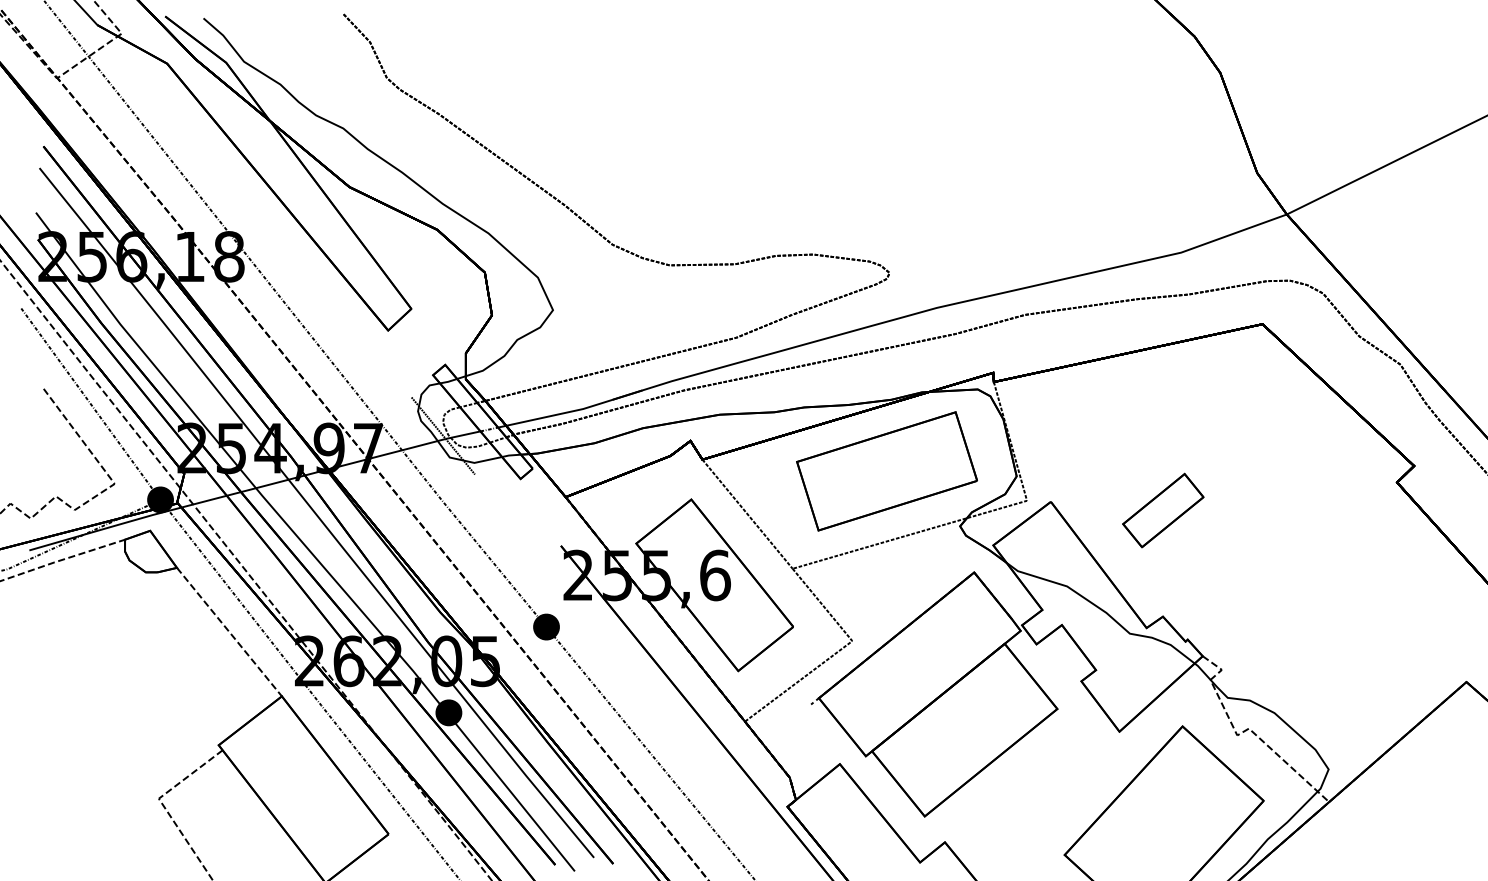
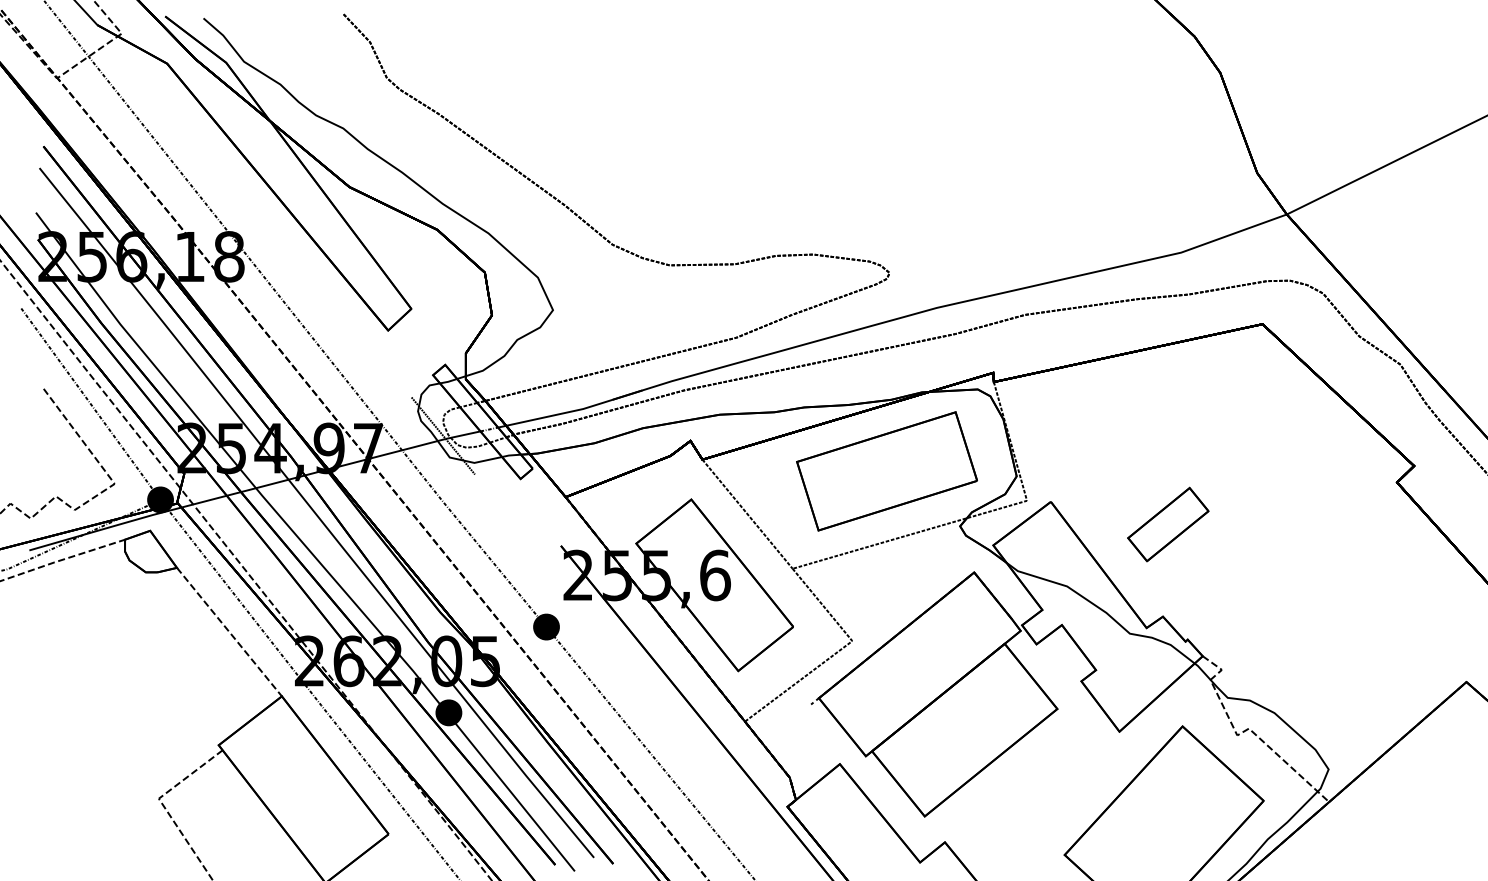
part at (1163, 510) position: (1163, 510) -> (1168, 524)
